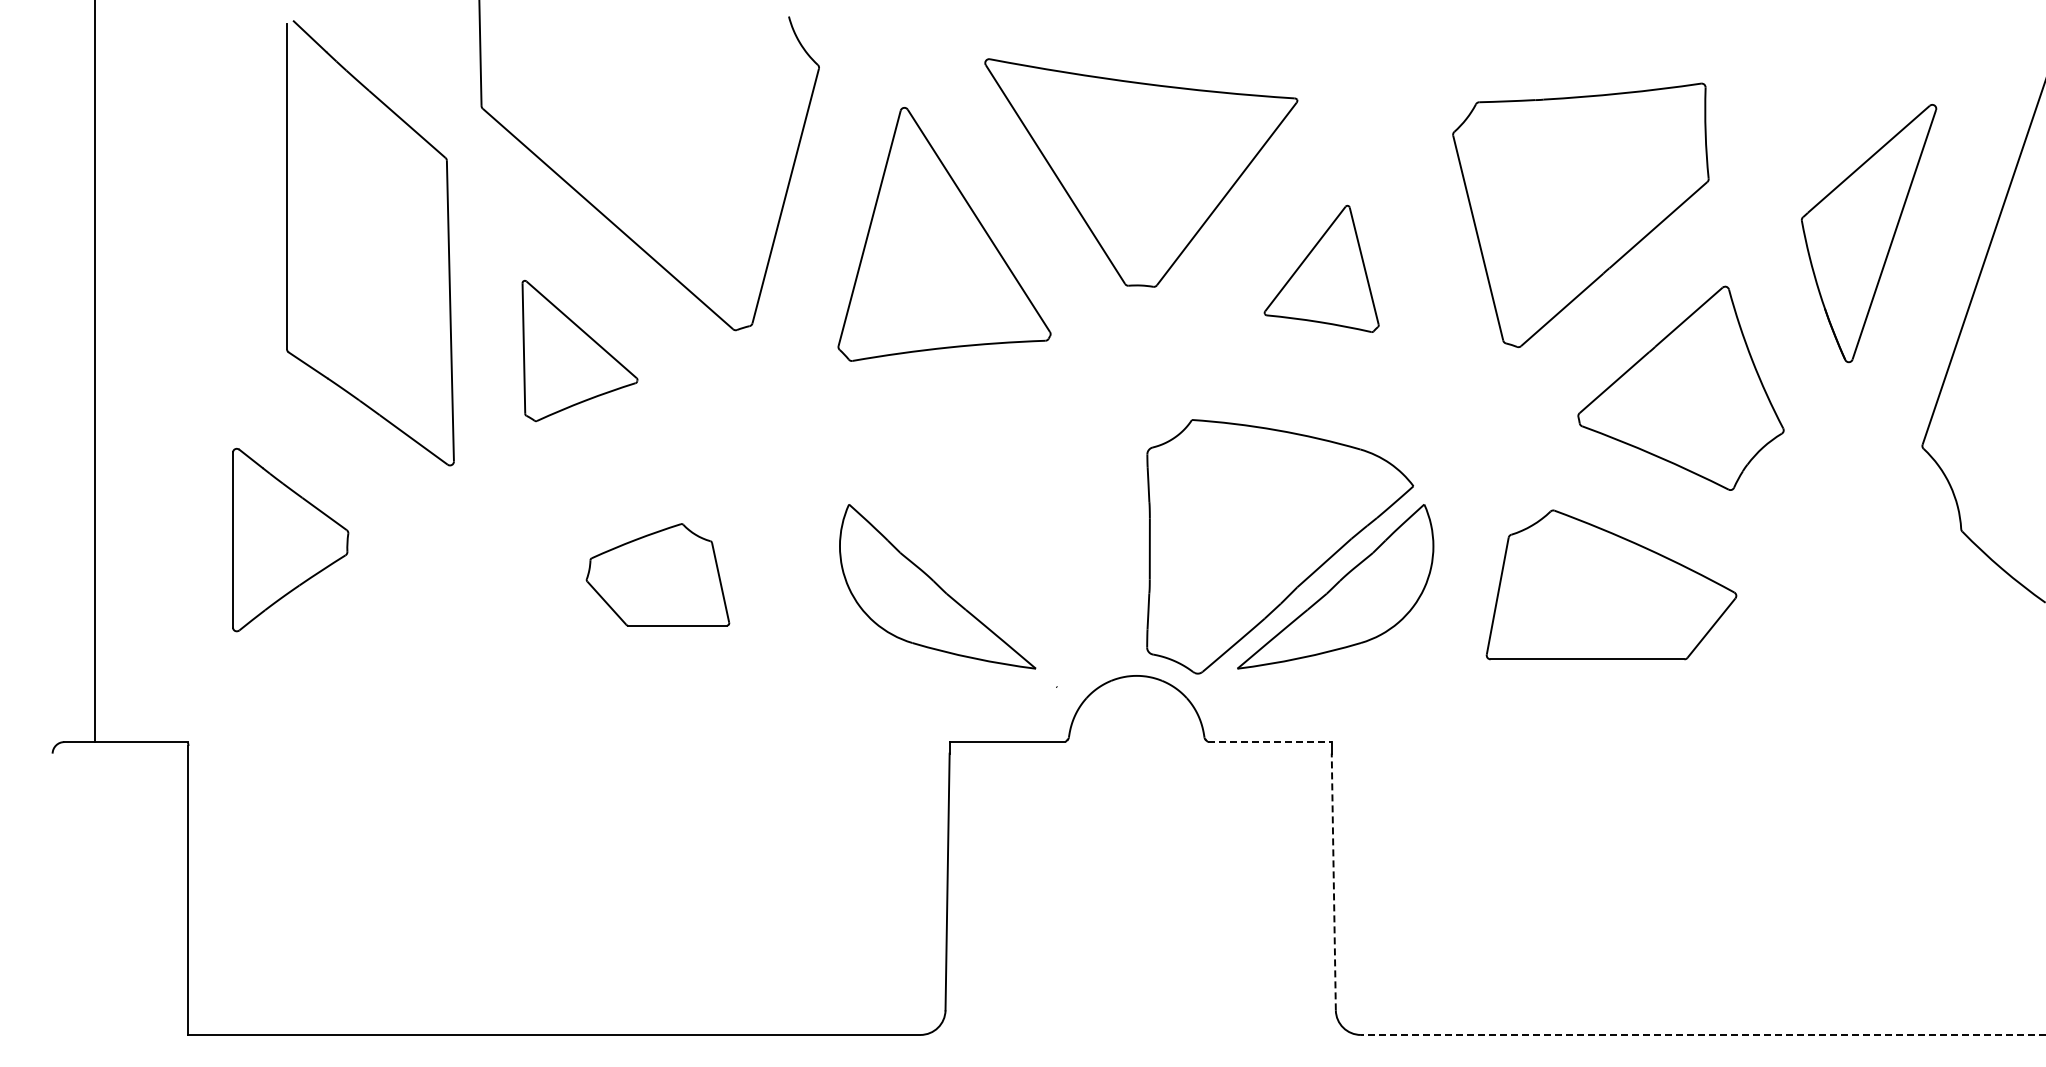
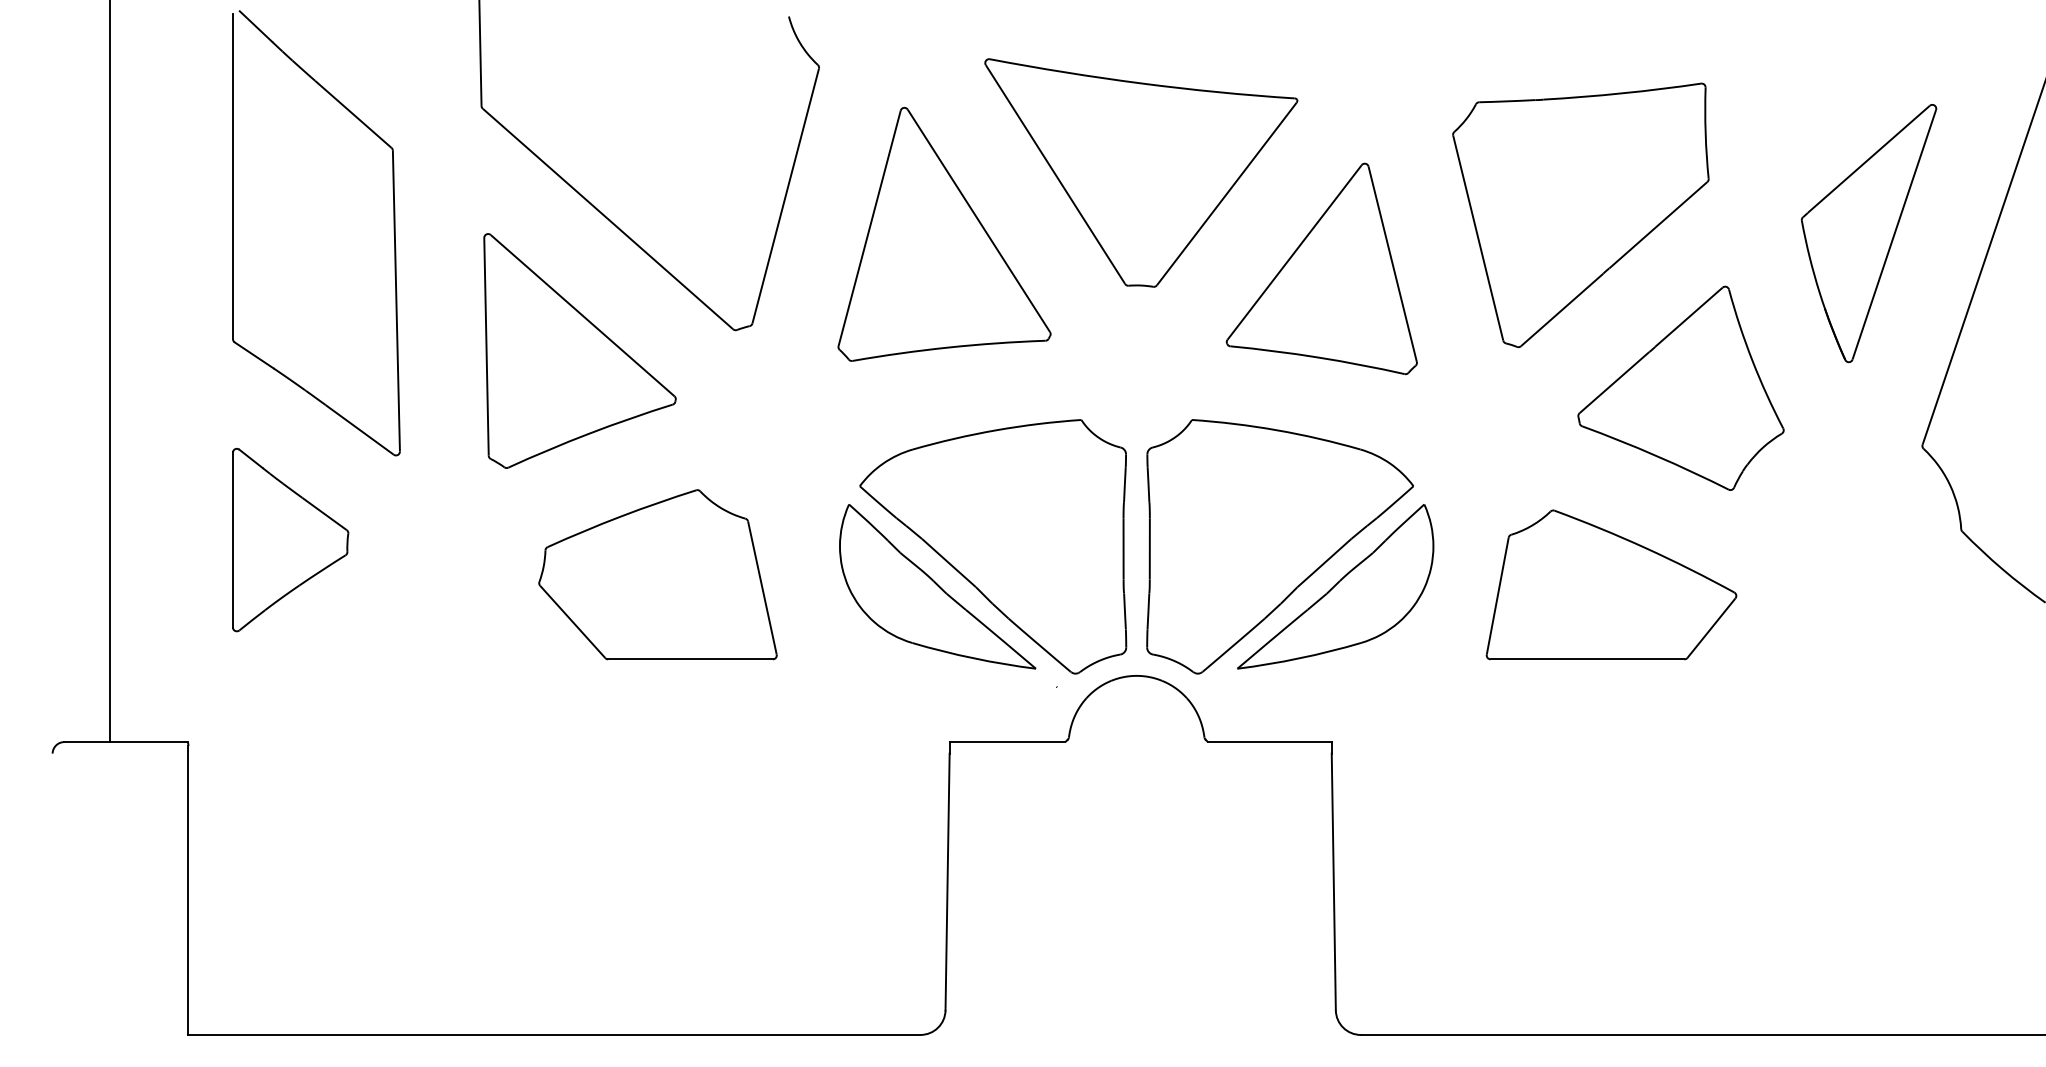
part at (447, 243) position: (447, 243) -> (393, 233)
part at (1321, 268) size: 117x129 px -> 193x214 px
part at (579, 351) size: 118x143 px -> 194x236 px
line at (94, 372) position: (94, 372) -> (109, 372)
part at (993, 546): none -> present
part at (657, 574) size: 146x104 px -> 240x172 px
line at (1269, 742): dashed -> solid
line at (1333, 881): dashed -> solid
line at (1702, 1034): dashed -> solid
